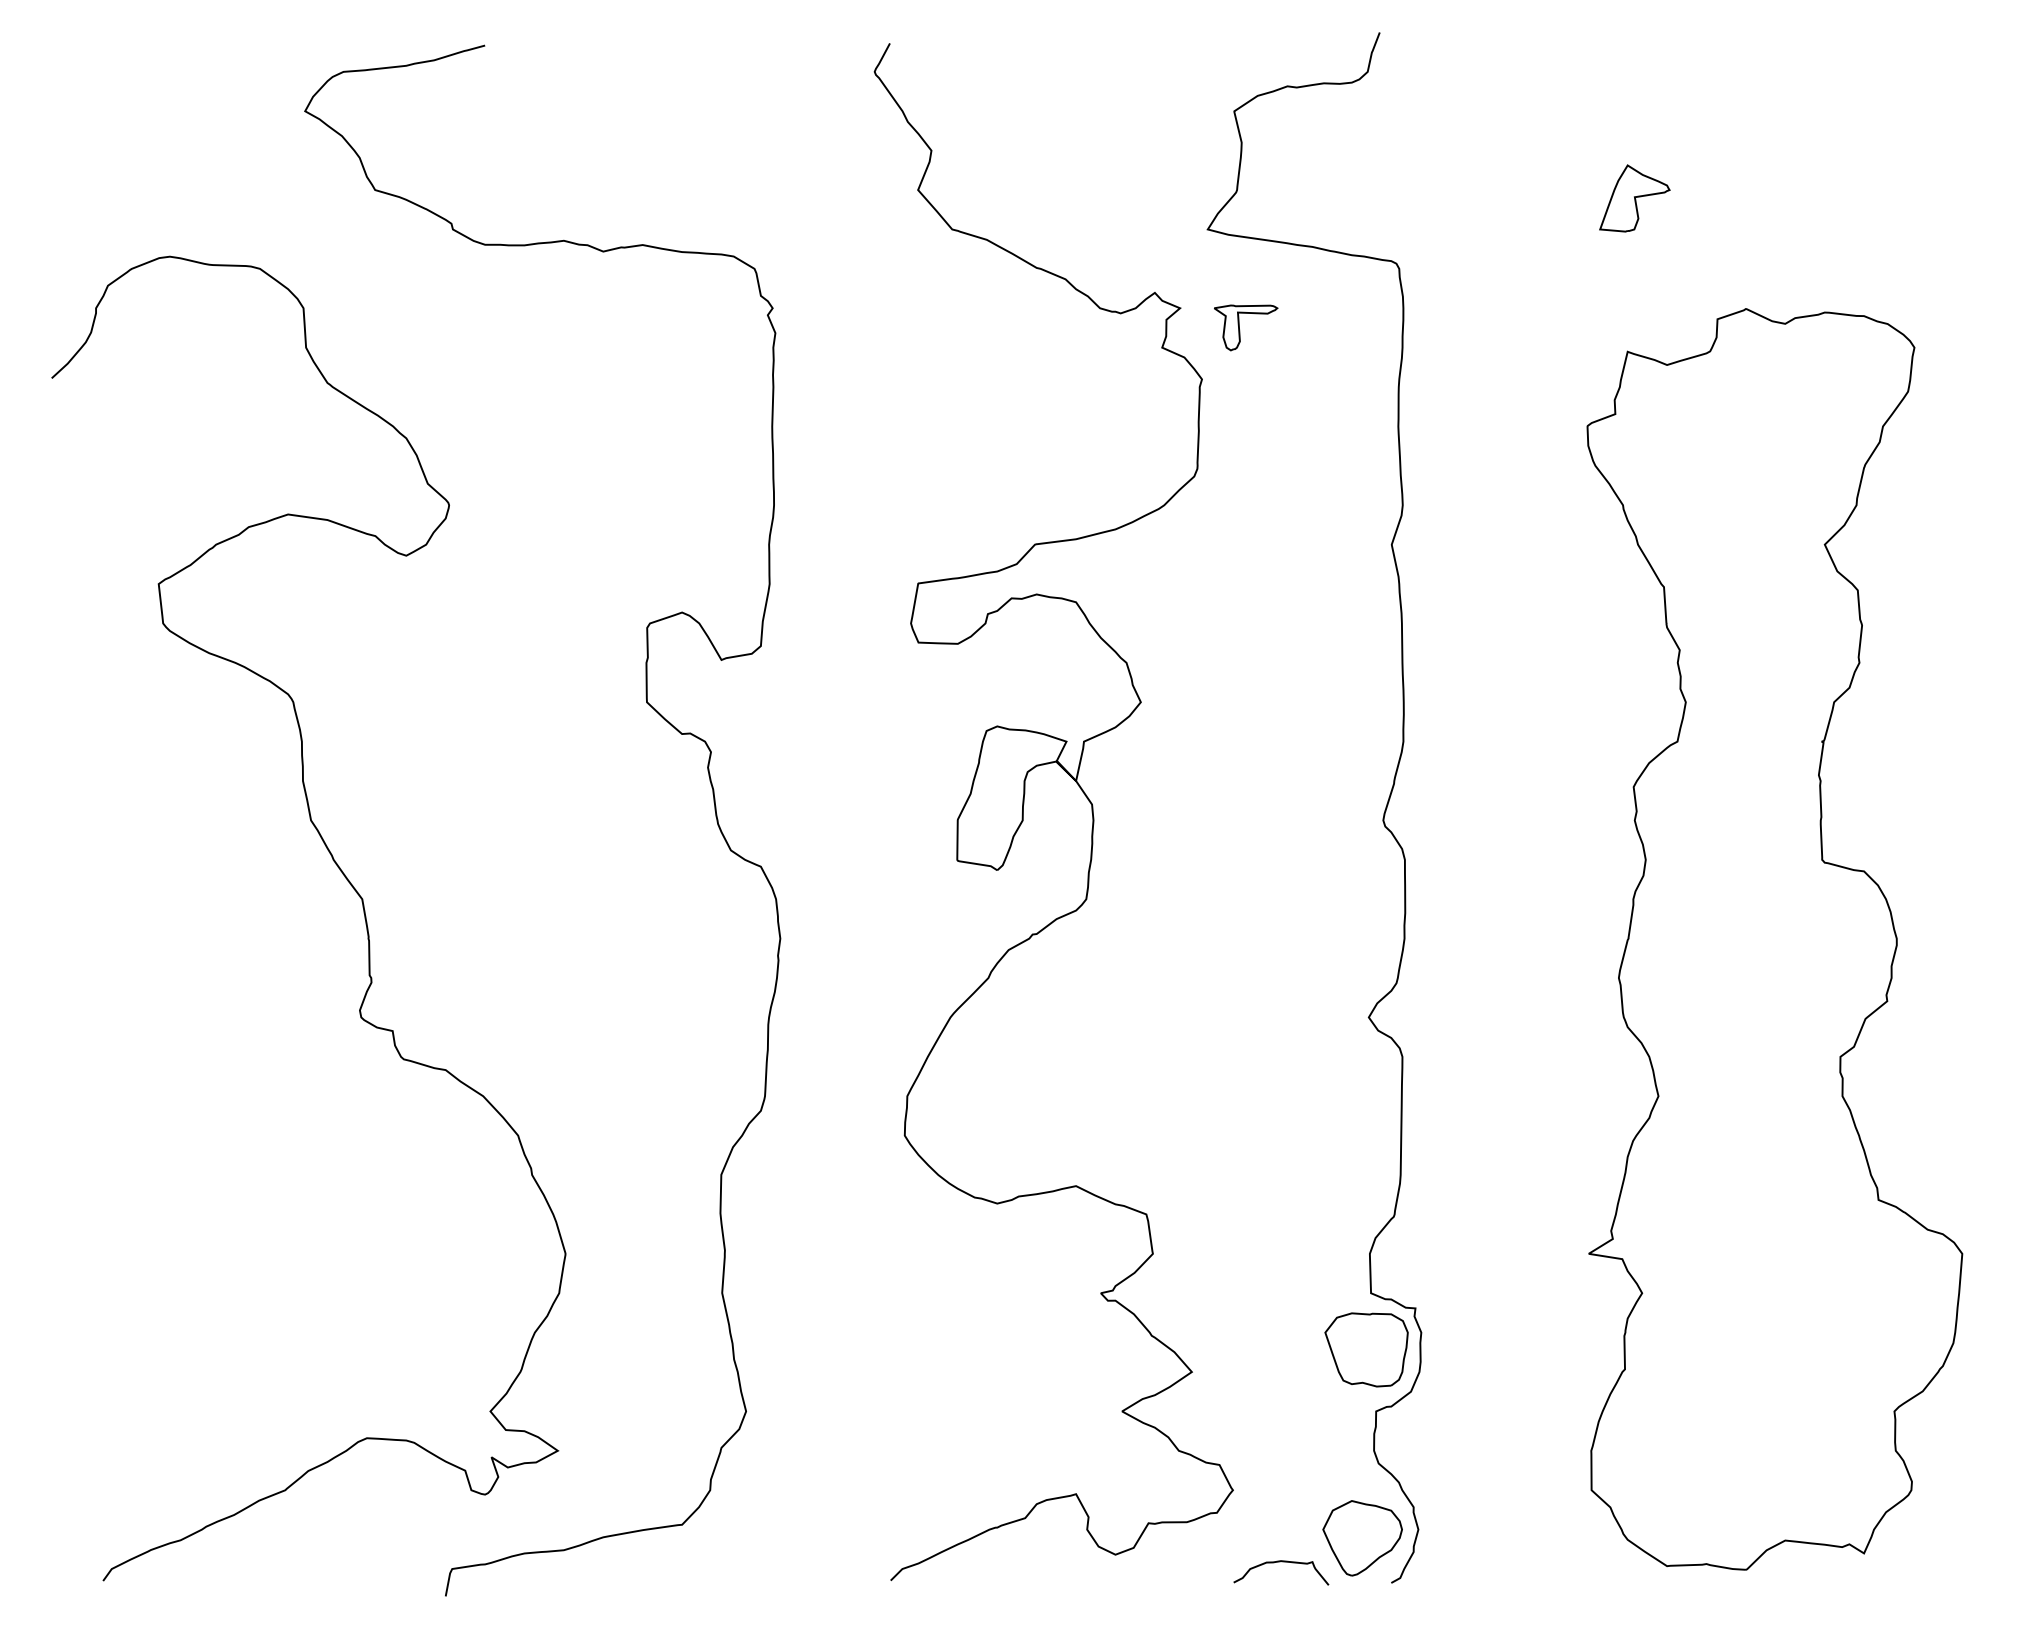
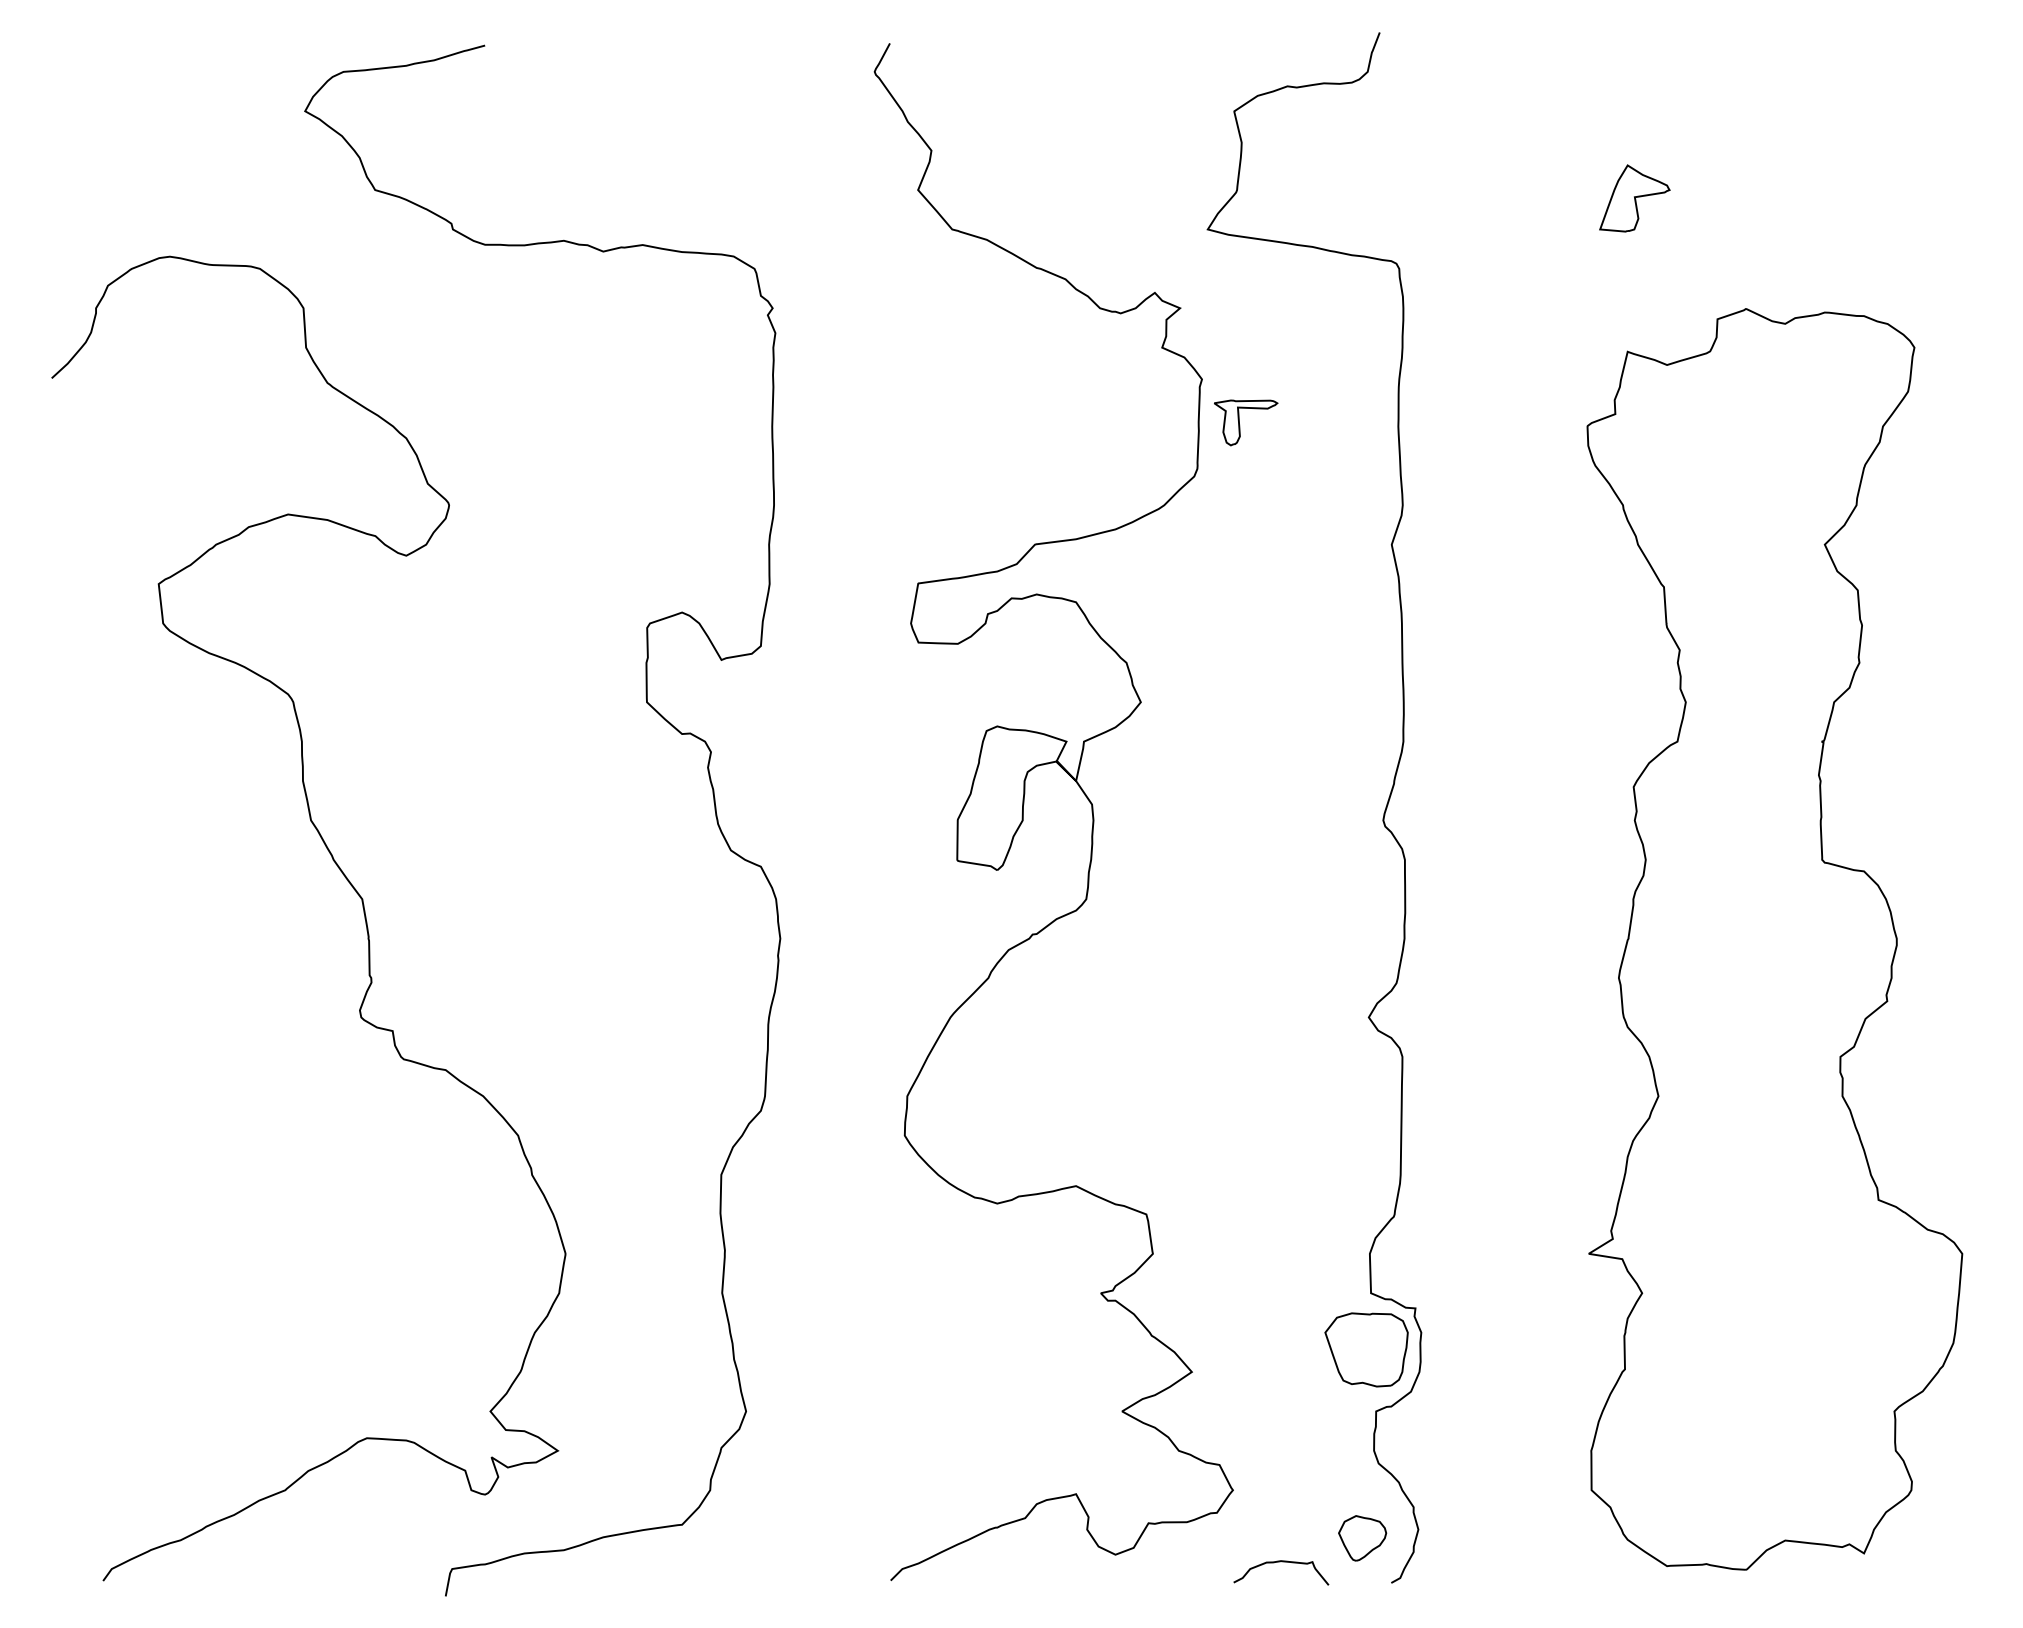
part at (1240, 330) position: (1240, 330) -> (1240, 425)
part at (1362, 1538) size: 81x77 px -> 50x47 px
